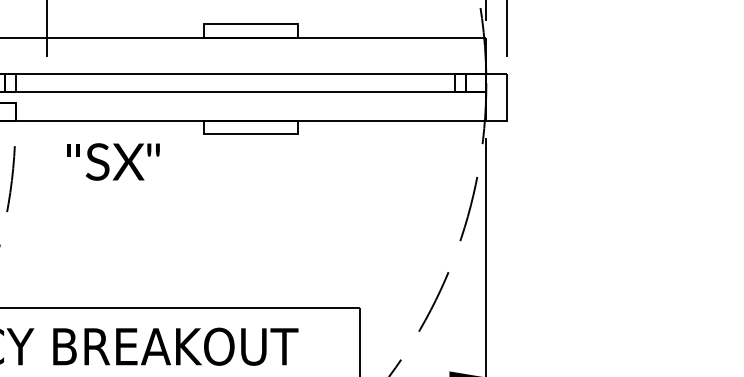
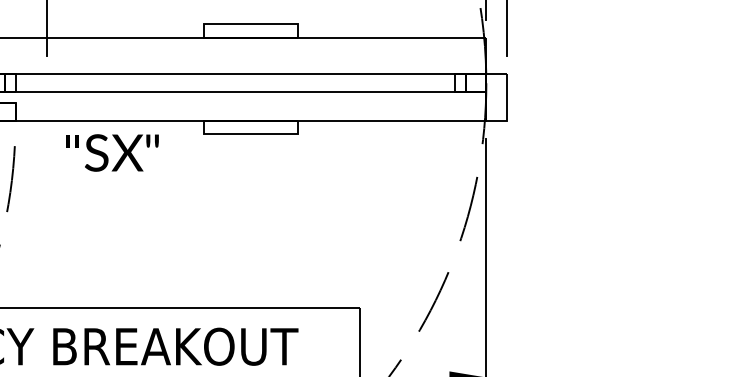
text at (113, 161) position: (113, 161) -> (112, 152)
